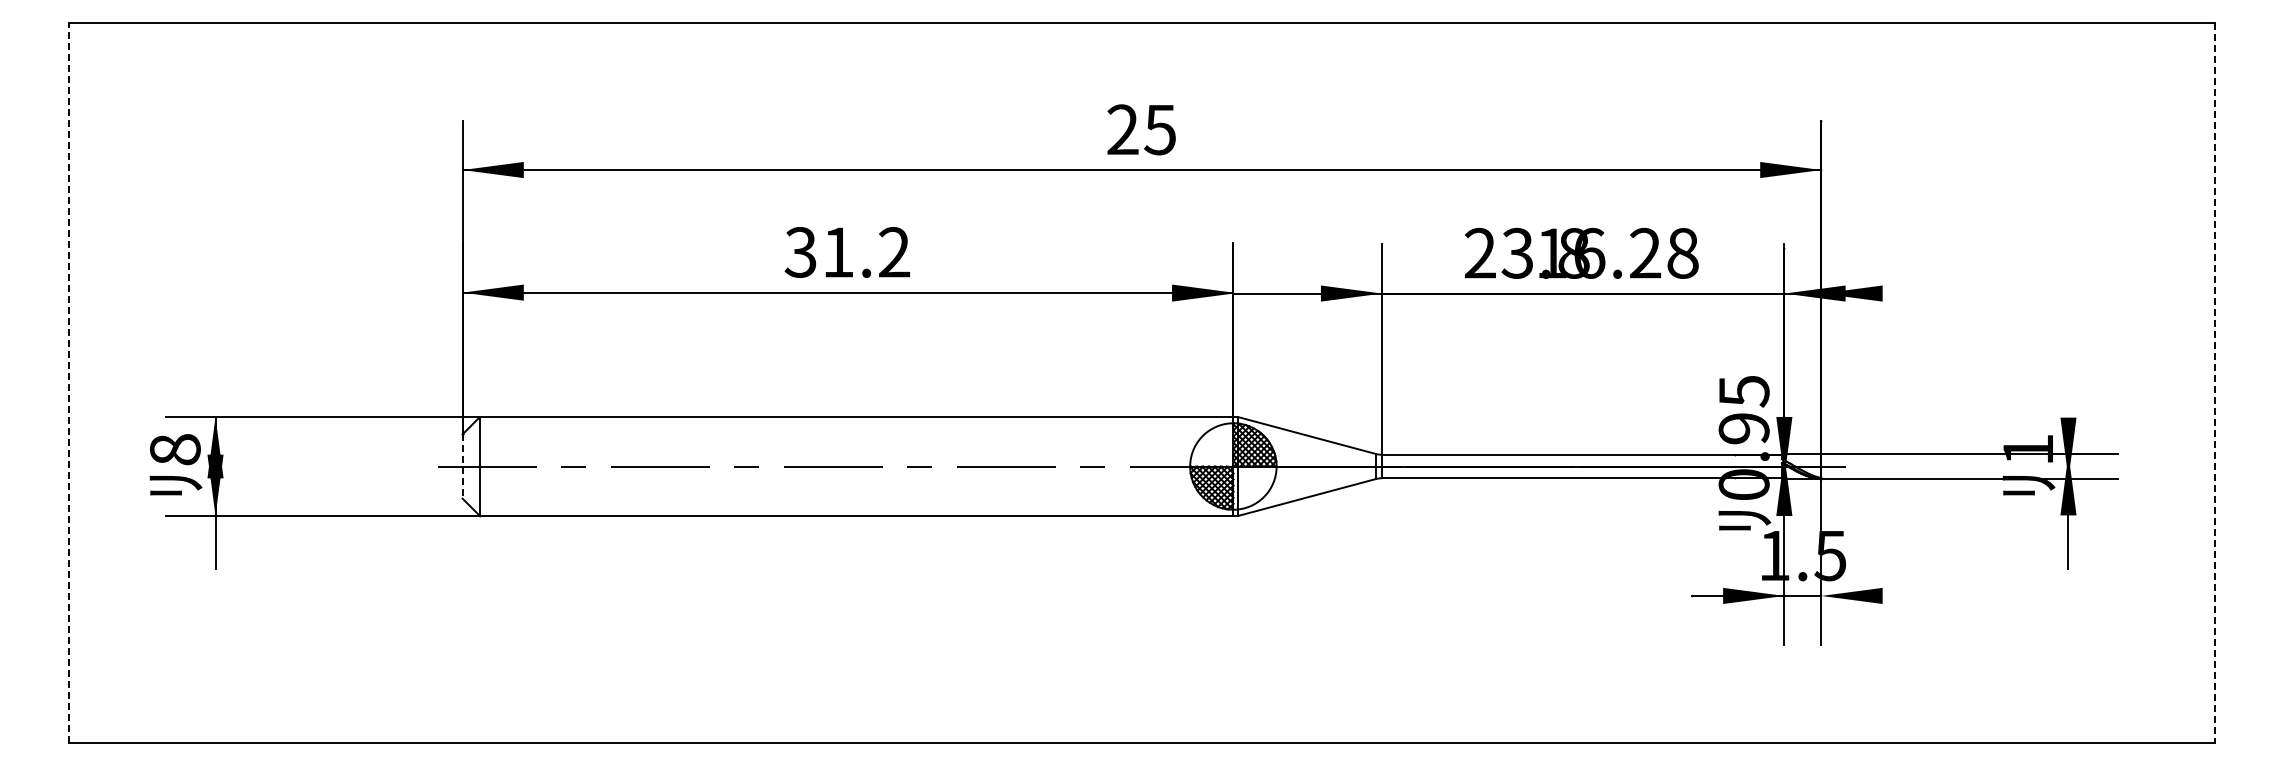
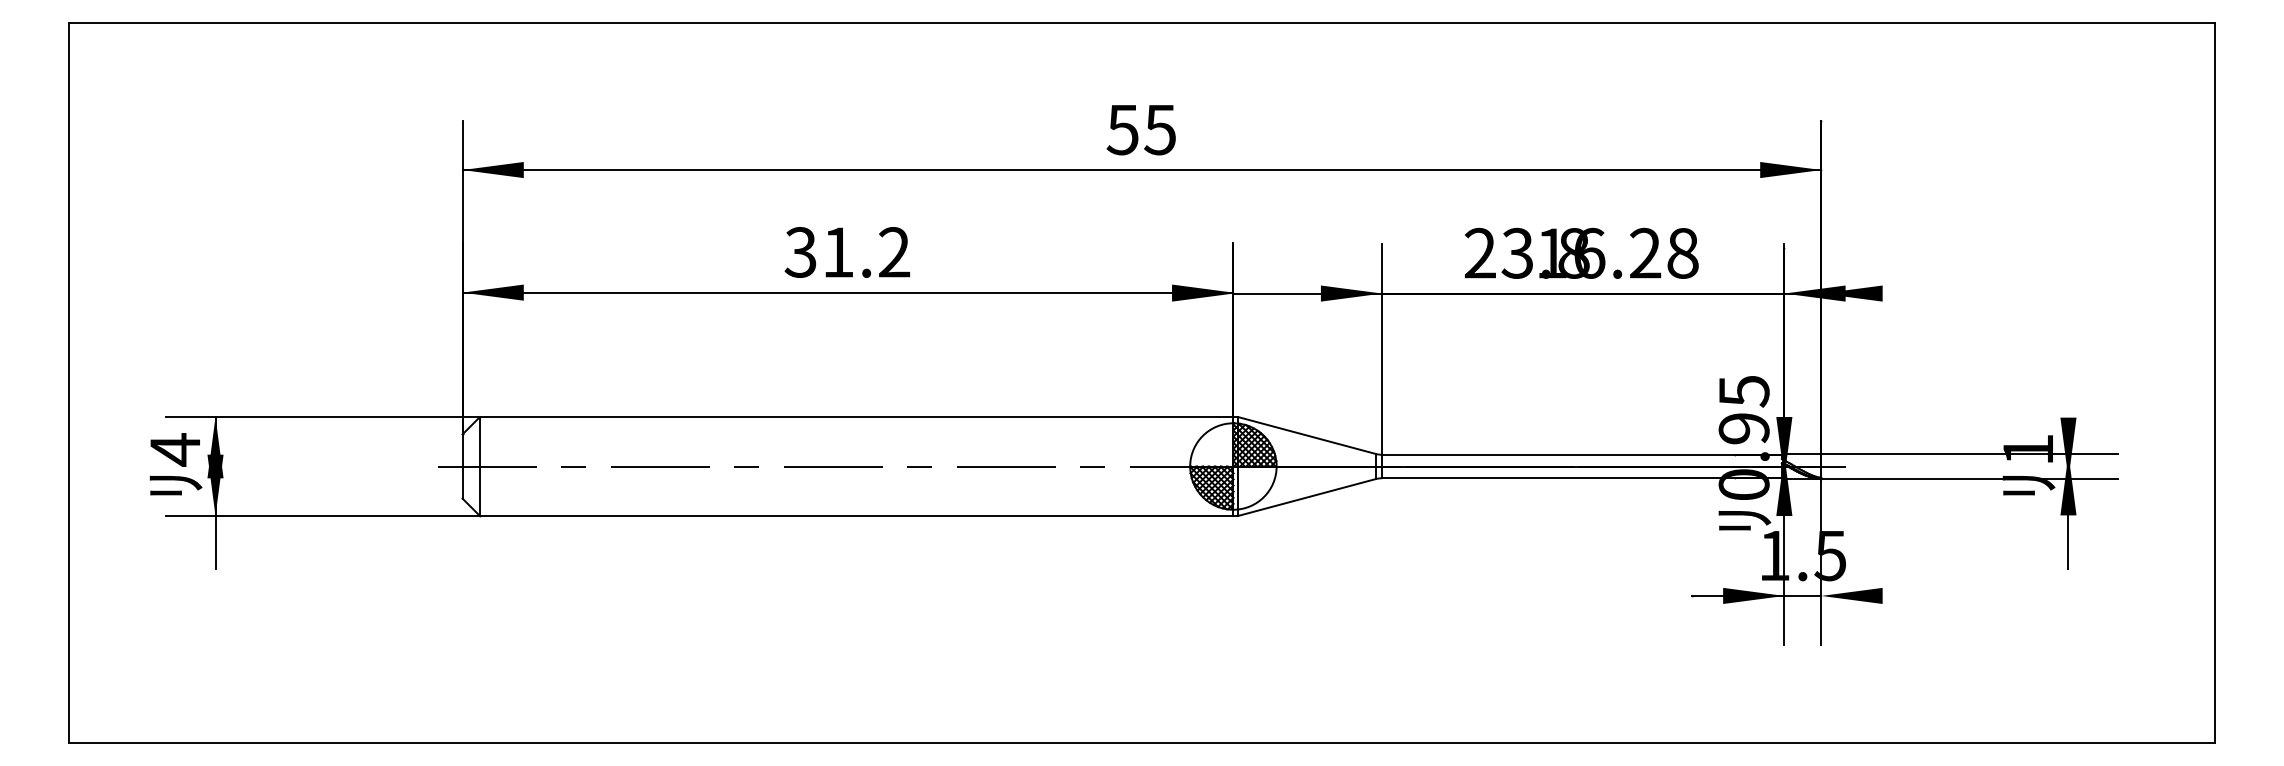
text at (1122, 129): 25 -> 55
line at (68, 383): dashed -> solid
line at (2215, 383): dashed -> solid
text at (175, 449): 8 -> 4
line at (462, 467): dashed -> solid
